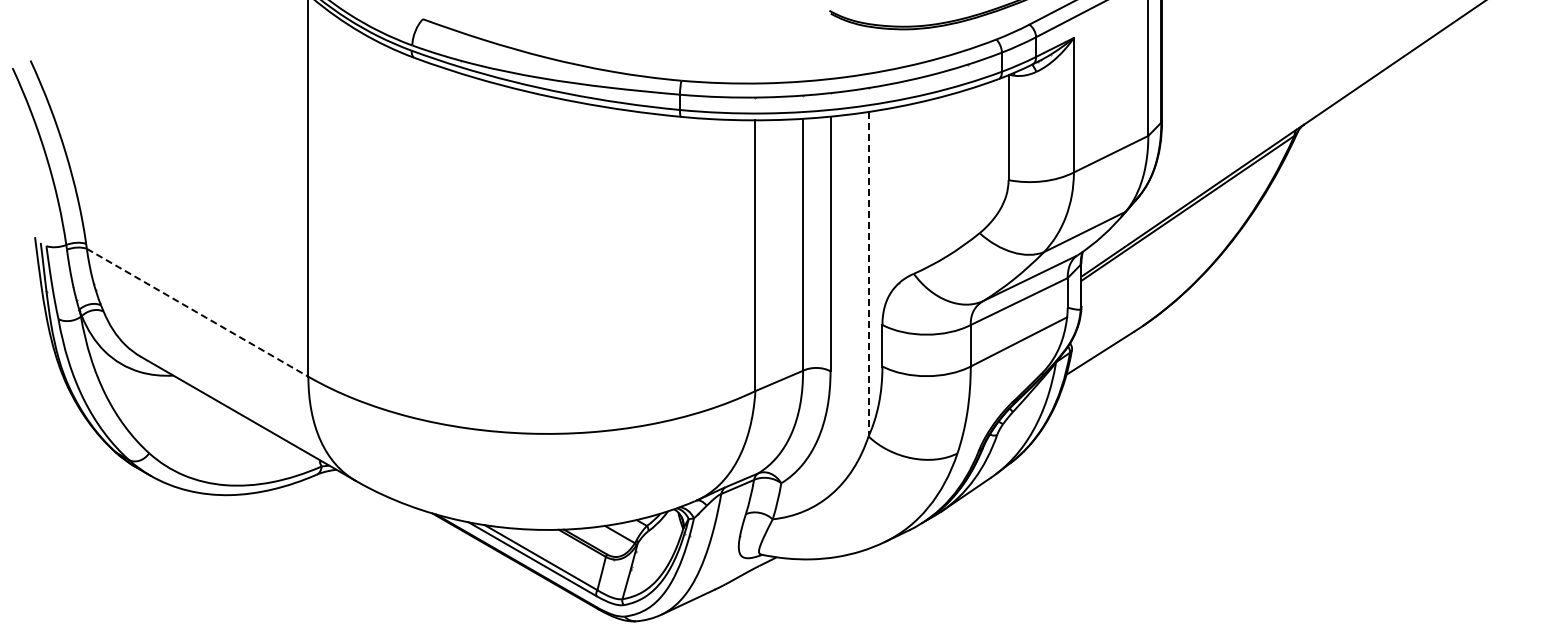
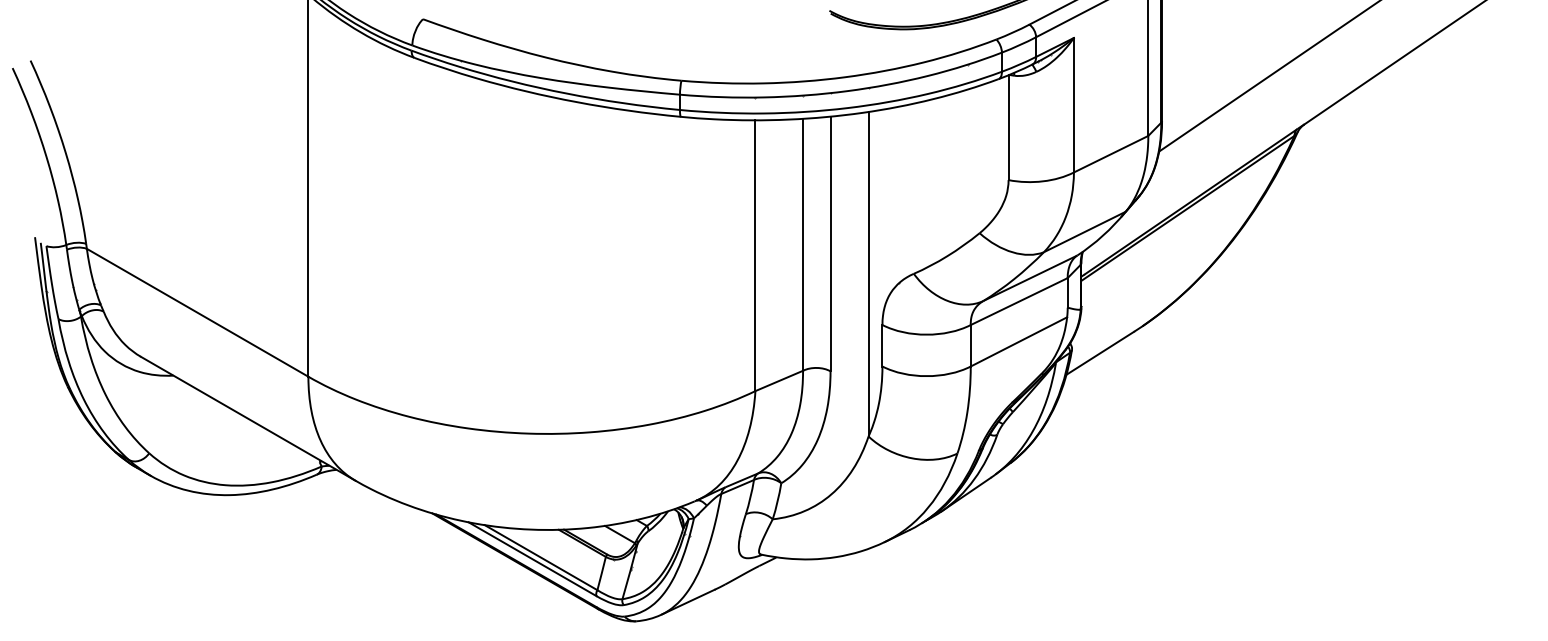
line at (1268, 76): none -> present
line at (868, 274): dashed -> solid
line at (197, 312): dashed -> solid
